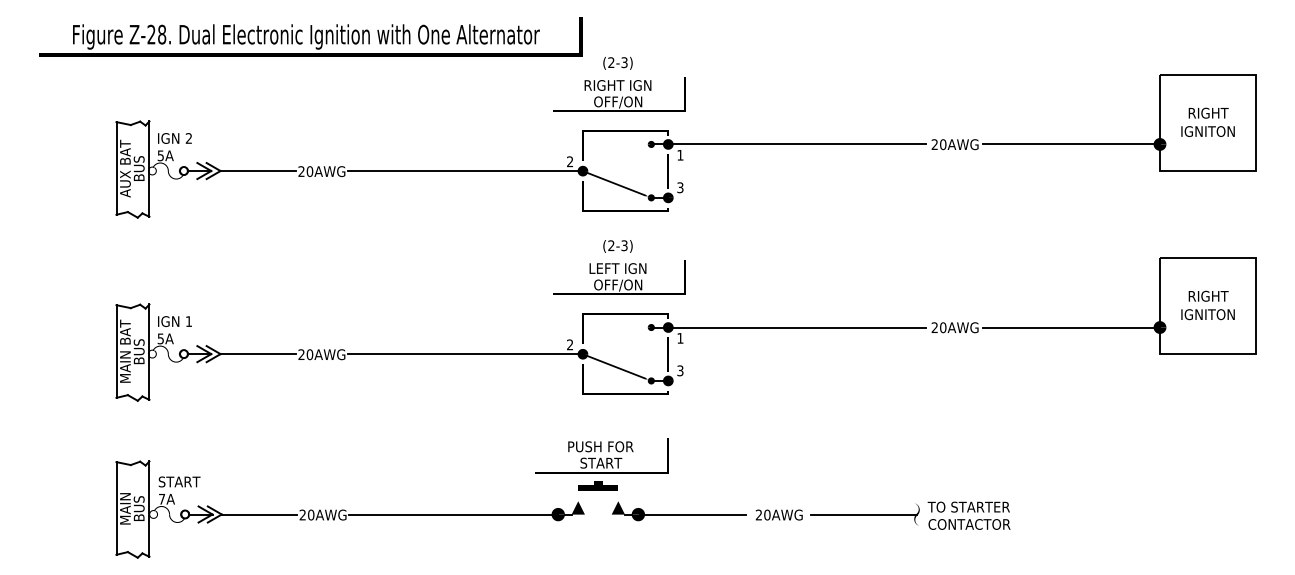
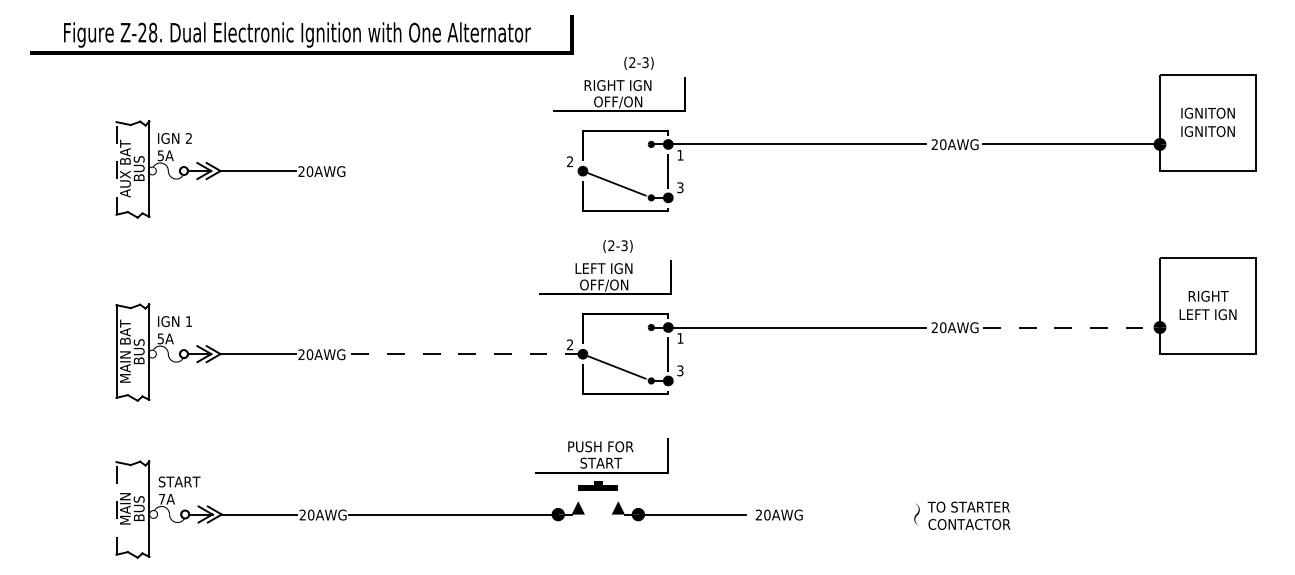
text at (310, 36) position: (310, 36) -> (301, 34)
text at (617, 63) position: (617, 63) -> (638, 63)
text at (1207, 112): RIGHT -> IGNITON
line at (116, 167): solid -> dashed
line at (465, 171): present -> none
text at (619, 277) position: (619, 277) -> (605, 277)
text at (1207, 314): IGNITON -> LEFT IGN
line at (1072, 327): solid -> dashed
line at (465, 354): solid -> dashed
line at (116, 507): solid -> dashed
line at (863, 514): present -> none
